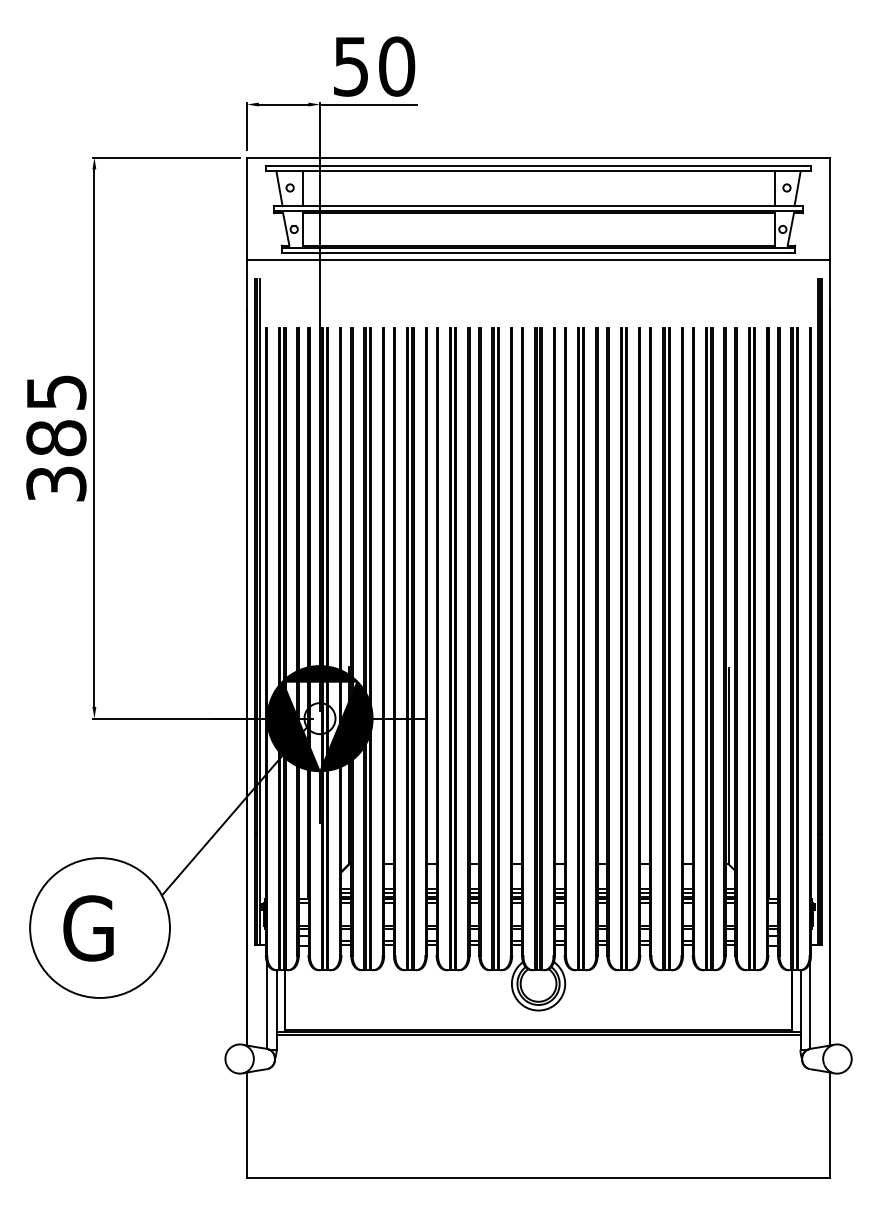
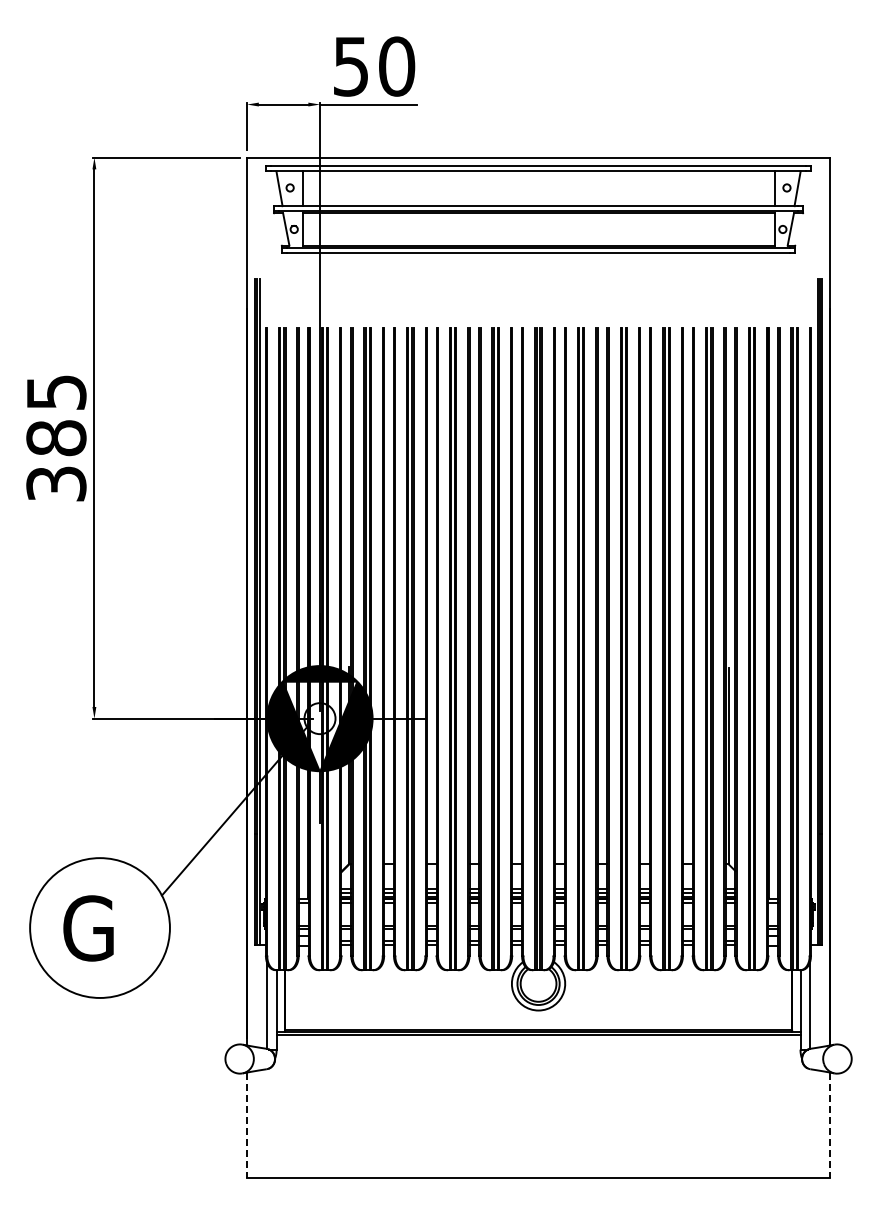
line at (538, 259): present -> none
line at (247, 1125): solid -> dashed
line at (829, 1125): solid -> dashed
